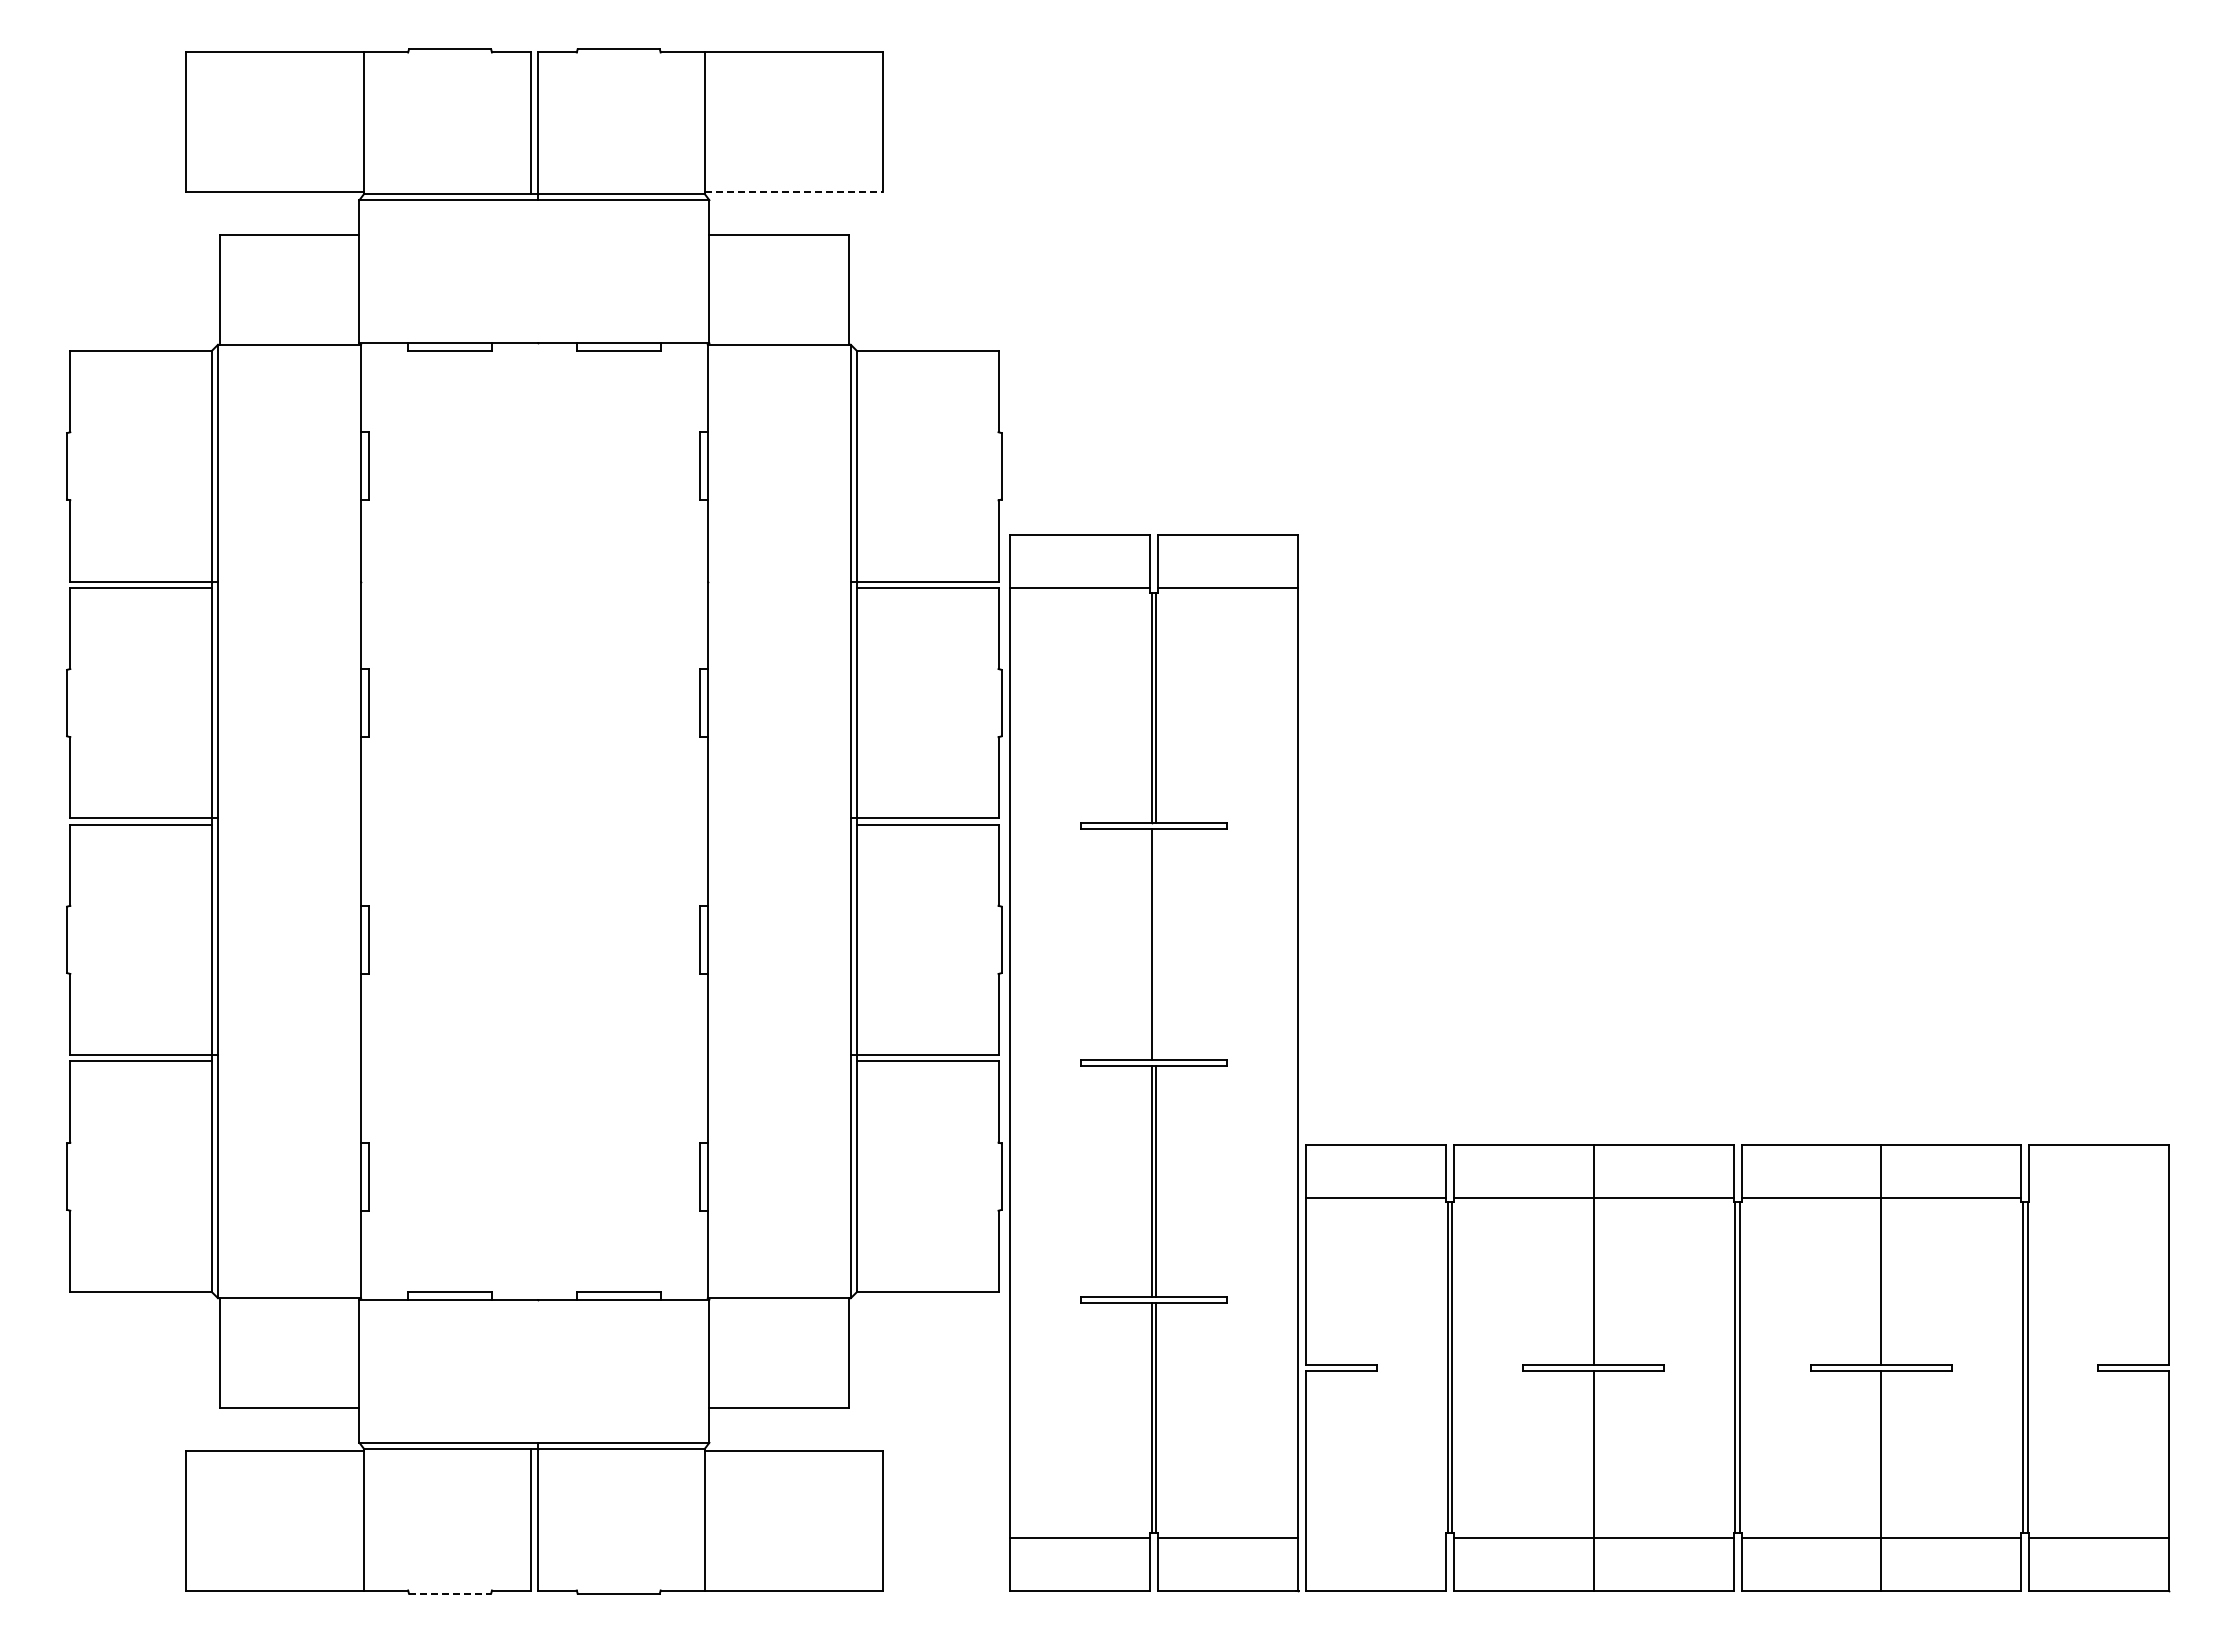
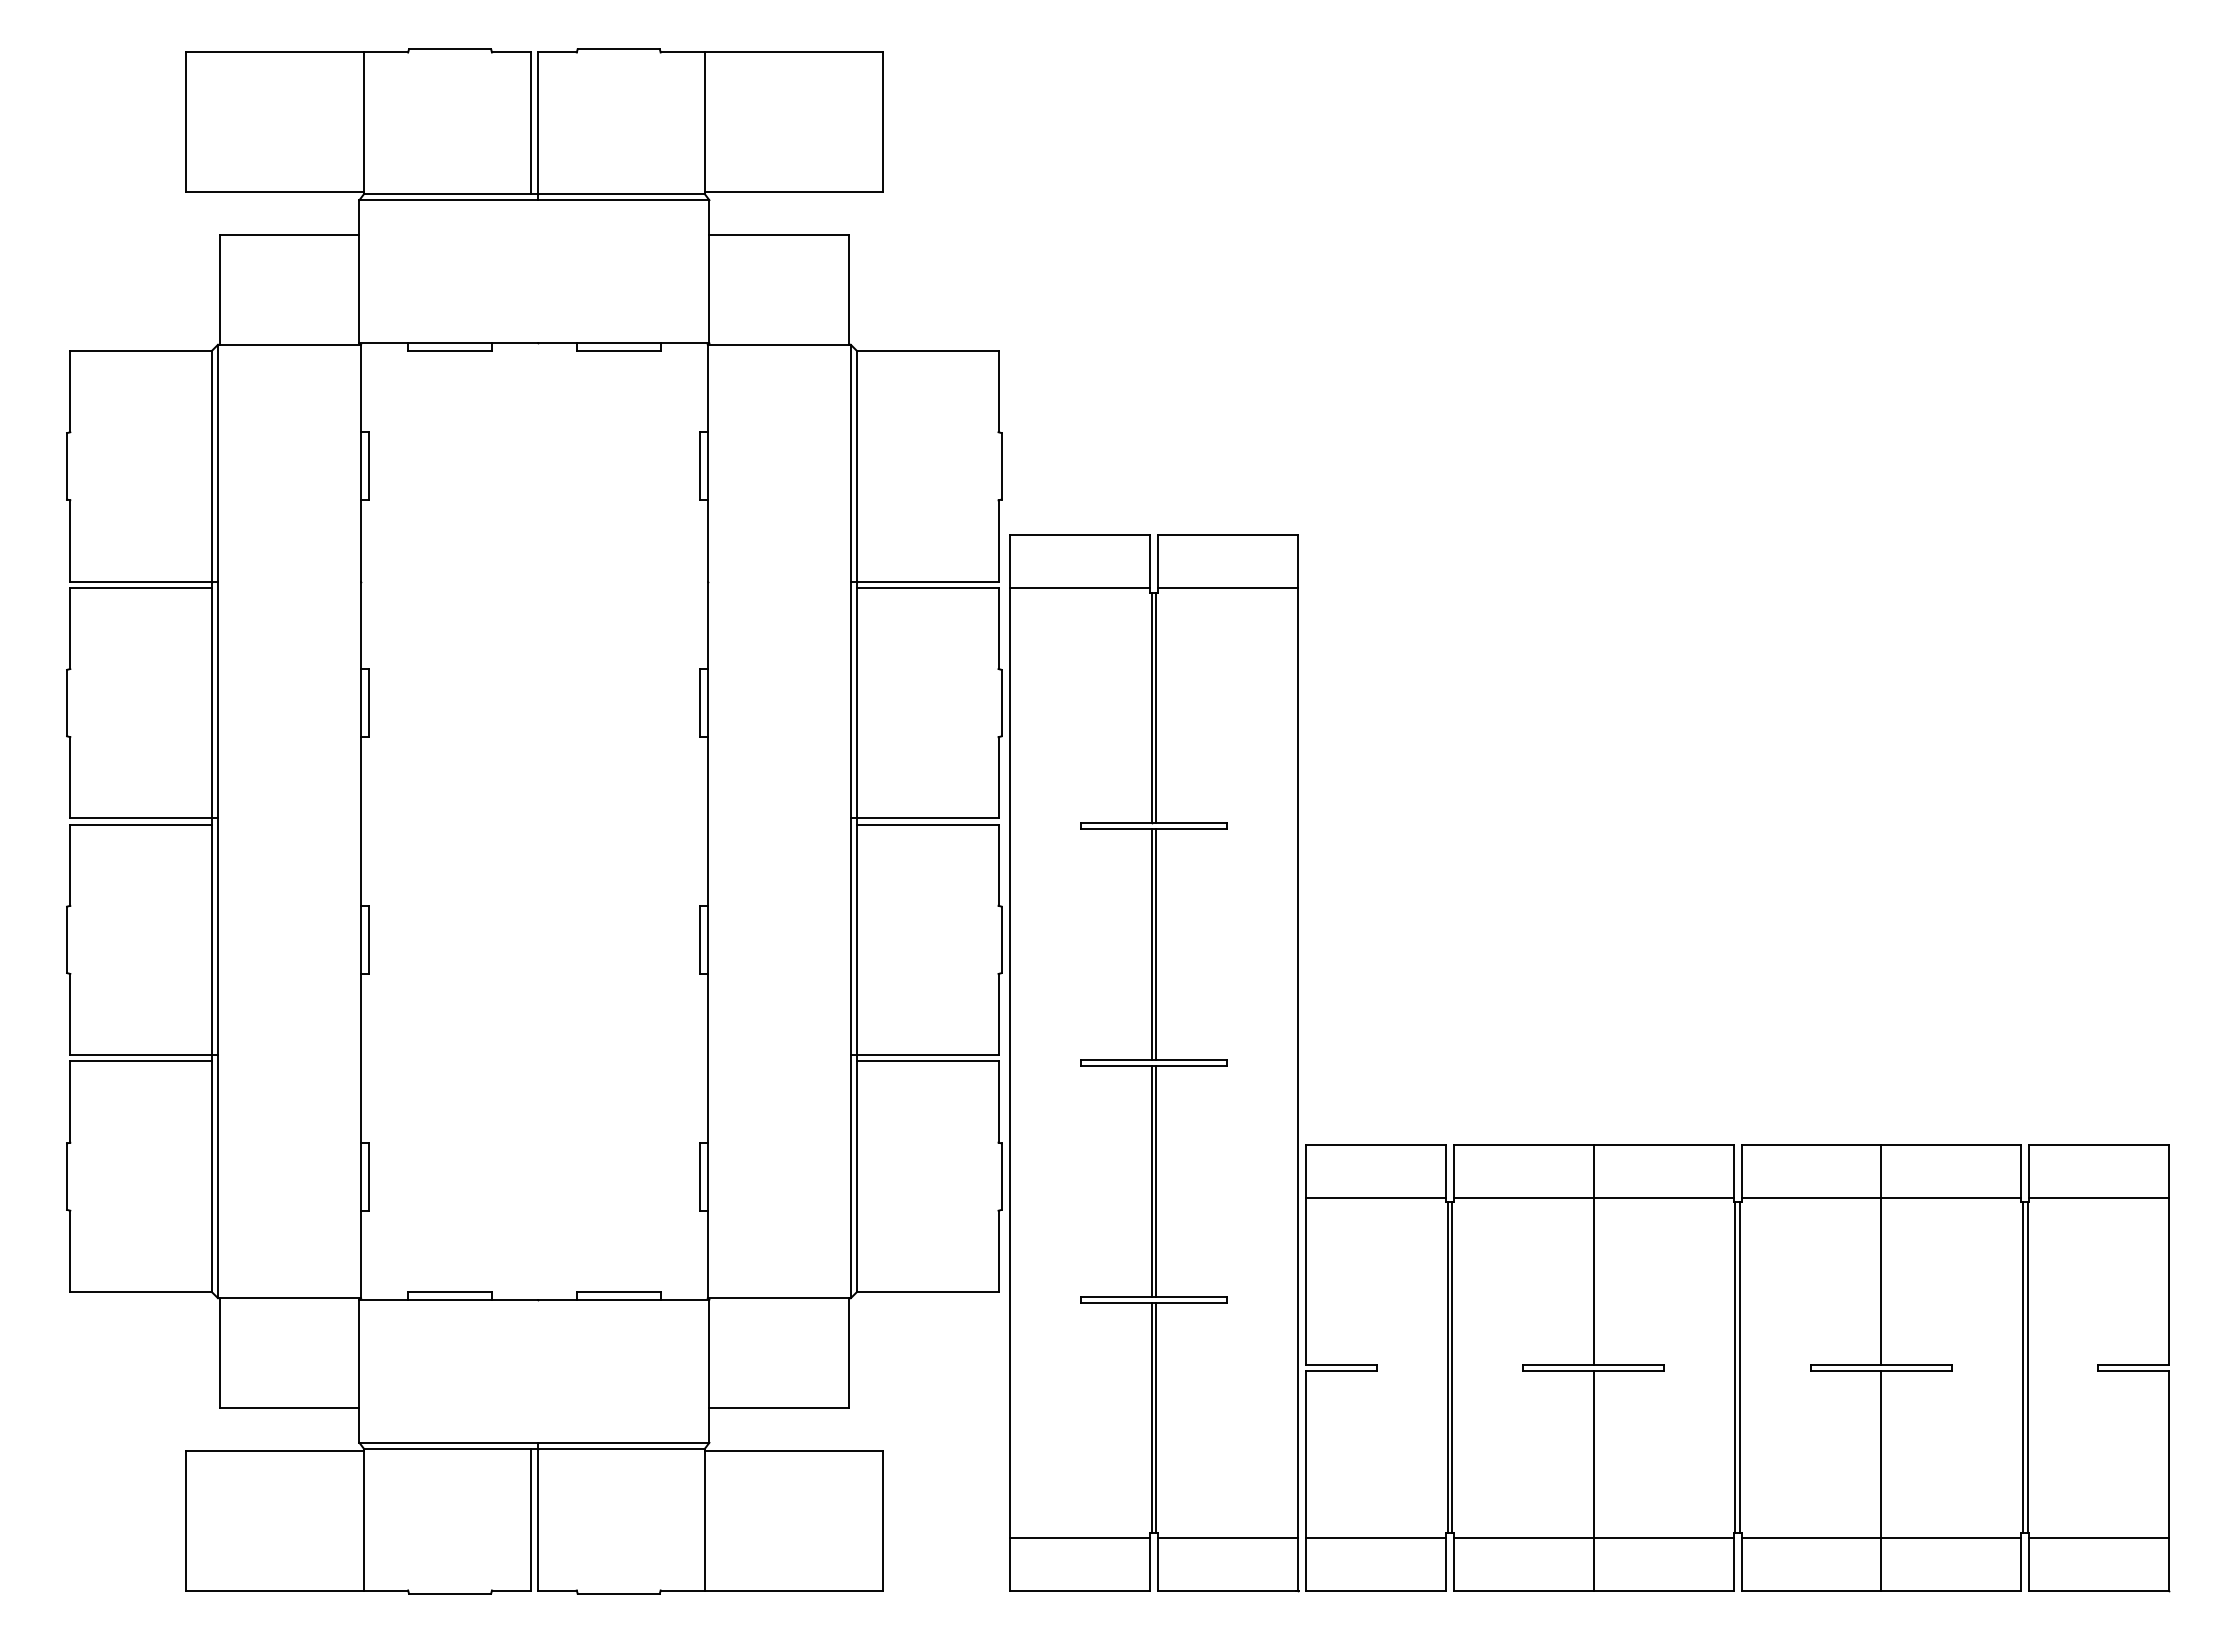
line at (794, 192): dashed -> solid
line at (1156, 944): none -> present
line at (2098, 1197): none -> present
line at (1376, 1538): none -> present
line at (450, 1593): dashed -> solid
